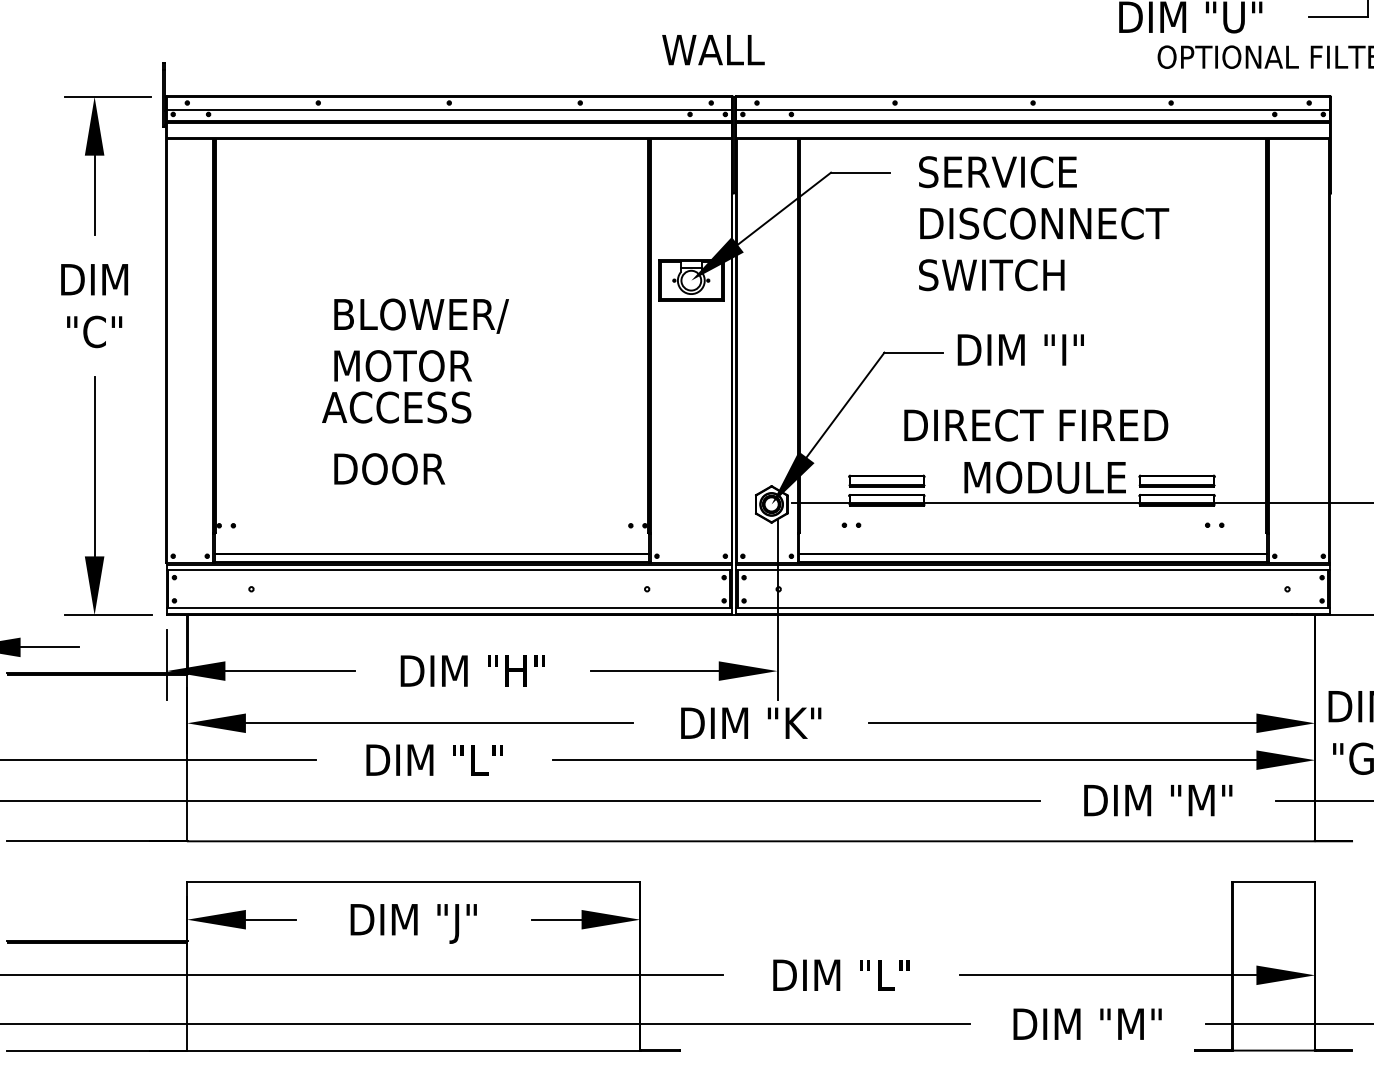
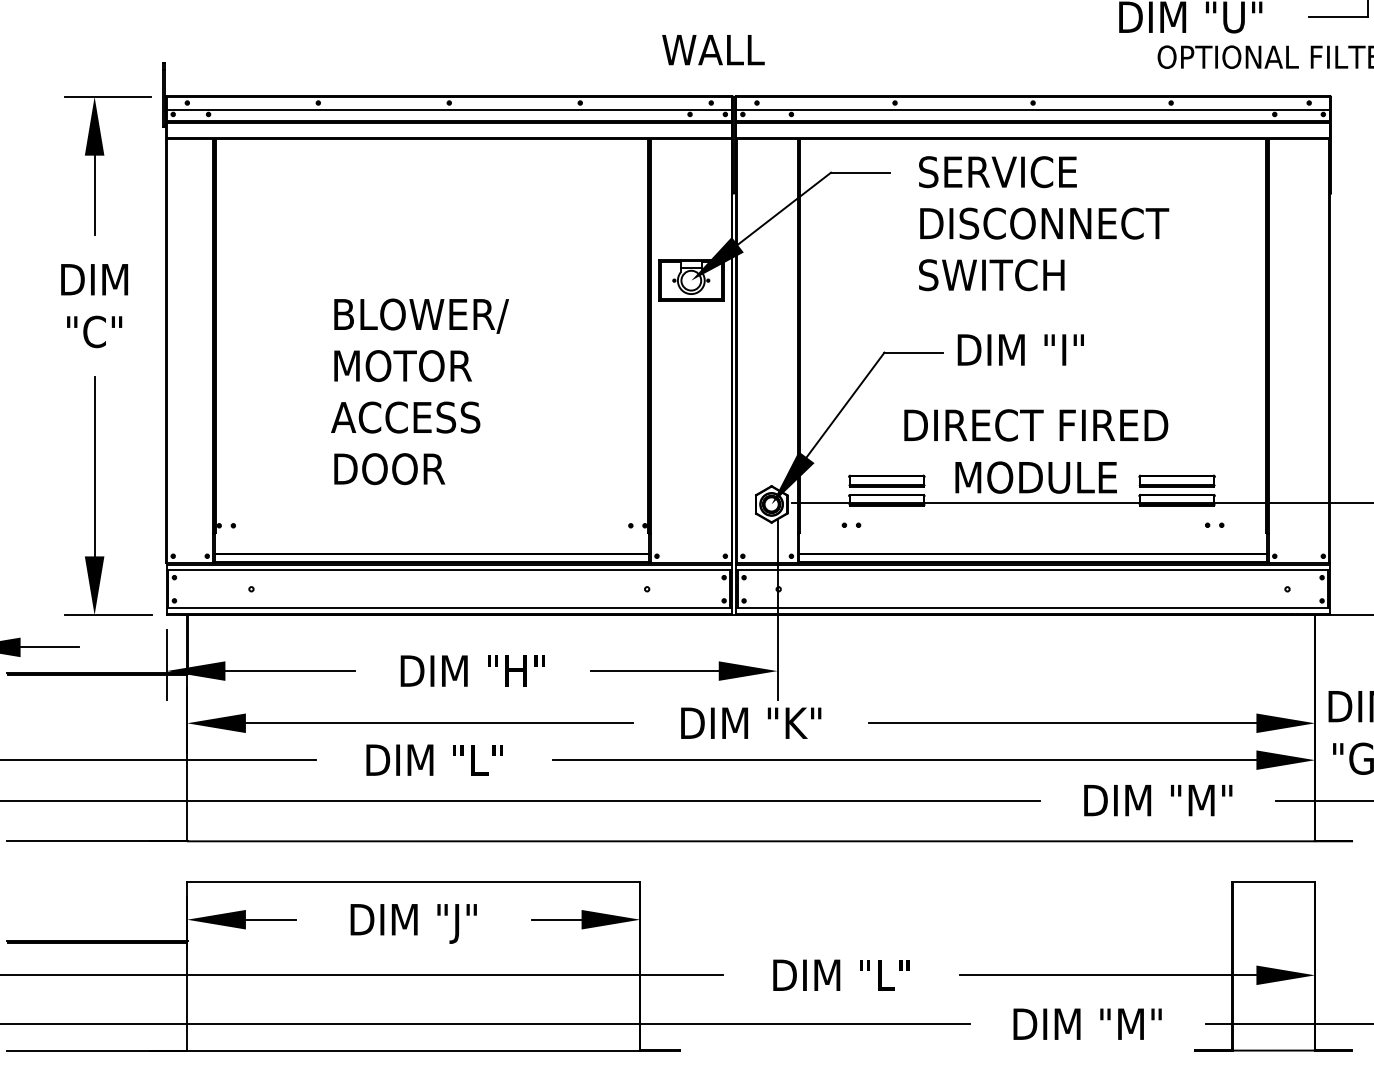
text at (396, 407) position: (396, 407) -> (405, 417)
text at (1044, 477) position: (1044, 477) -> (1035, 477)
